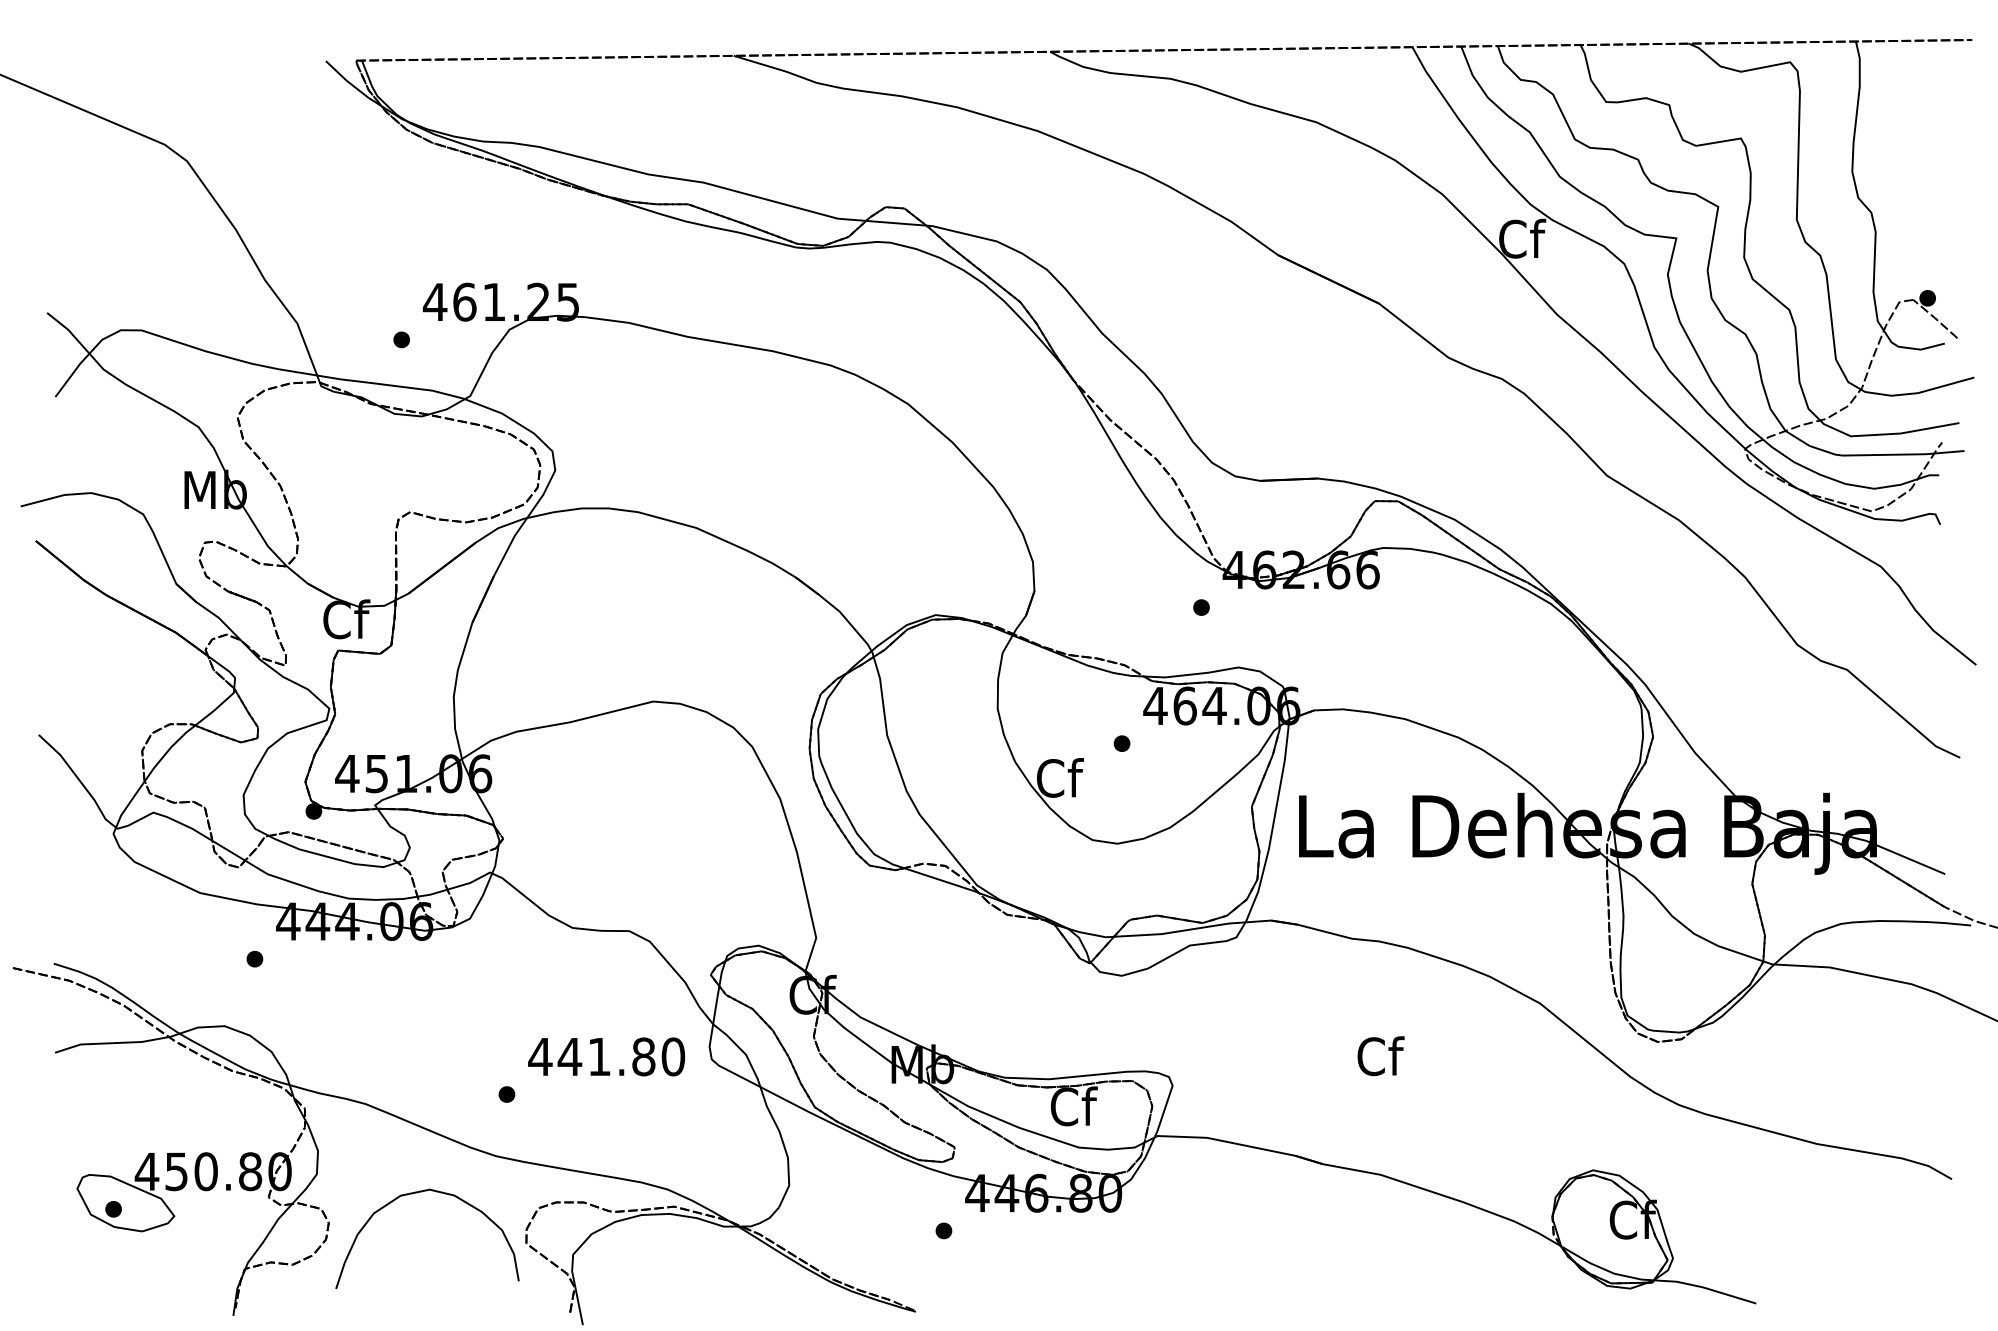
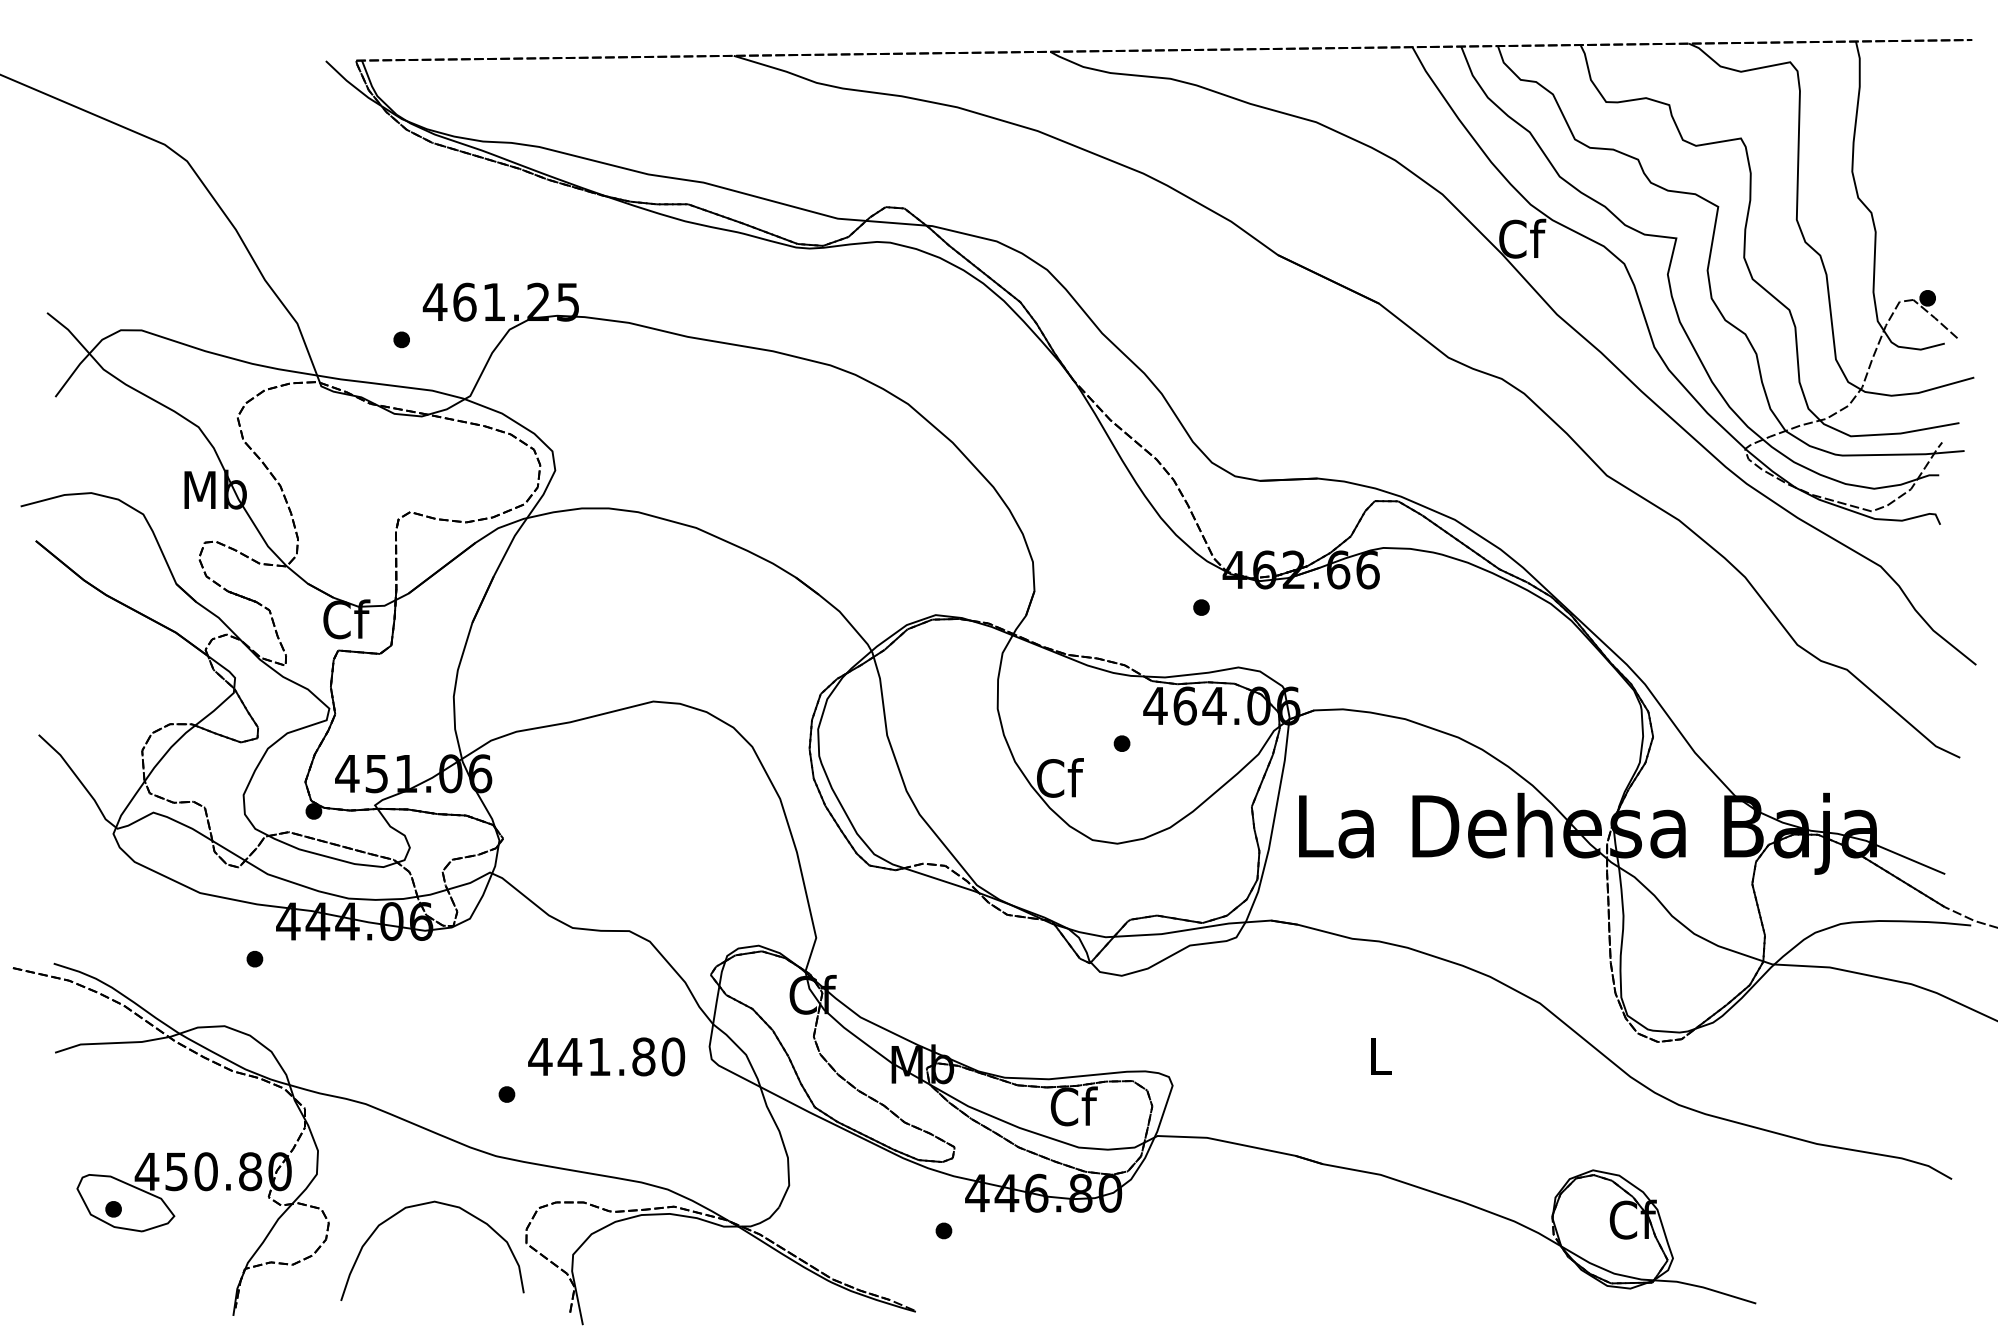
text at (1380, 1056): Cf -> L
curve at (417, 1193) position: (417, 1193) -> (422, 1205)
